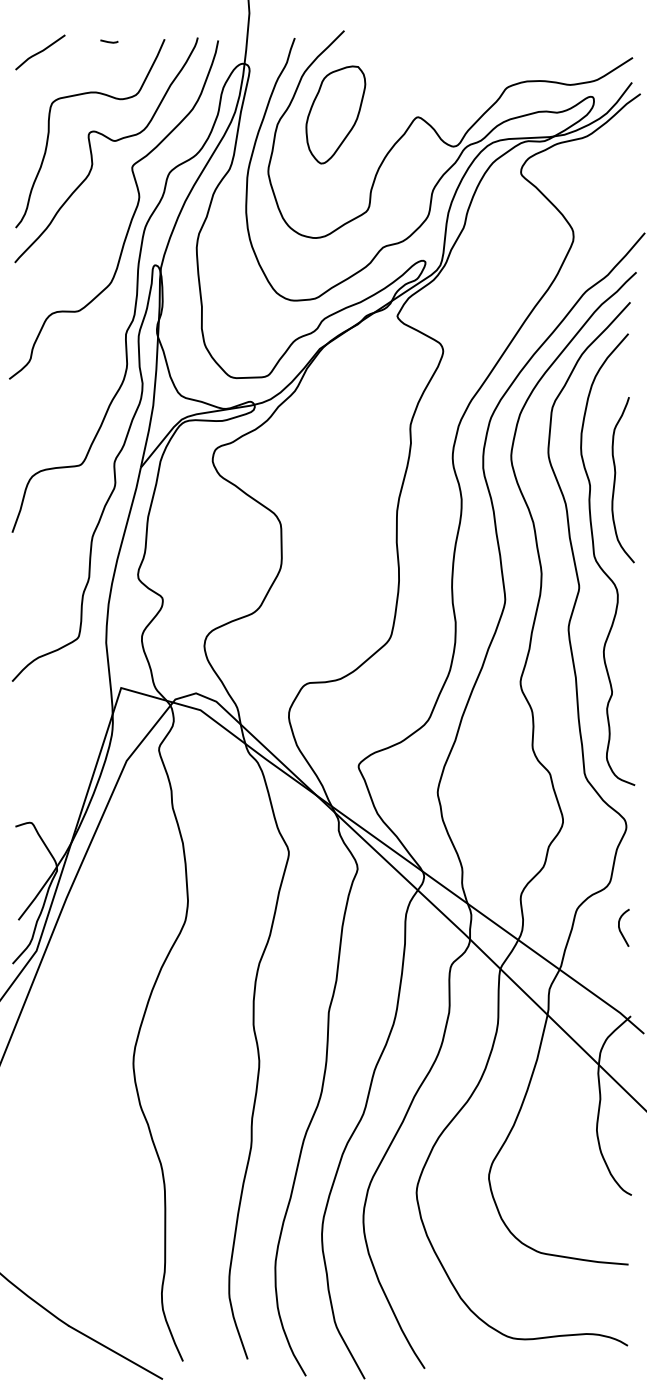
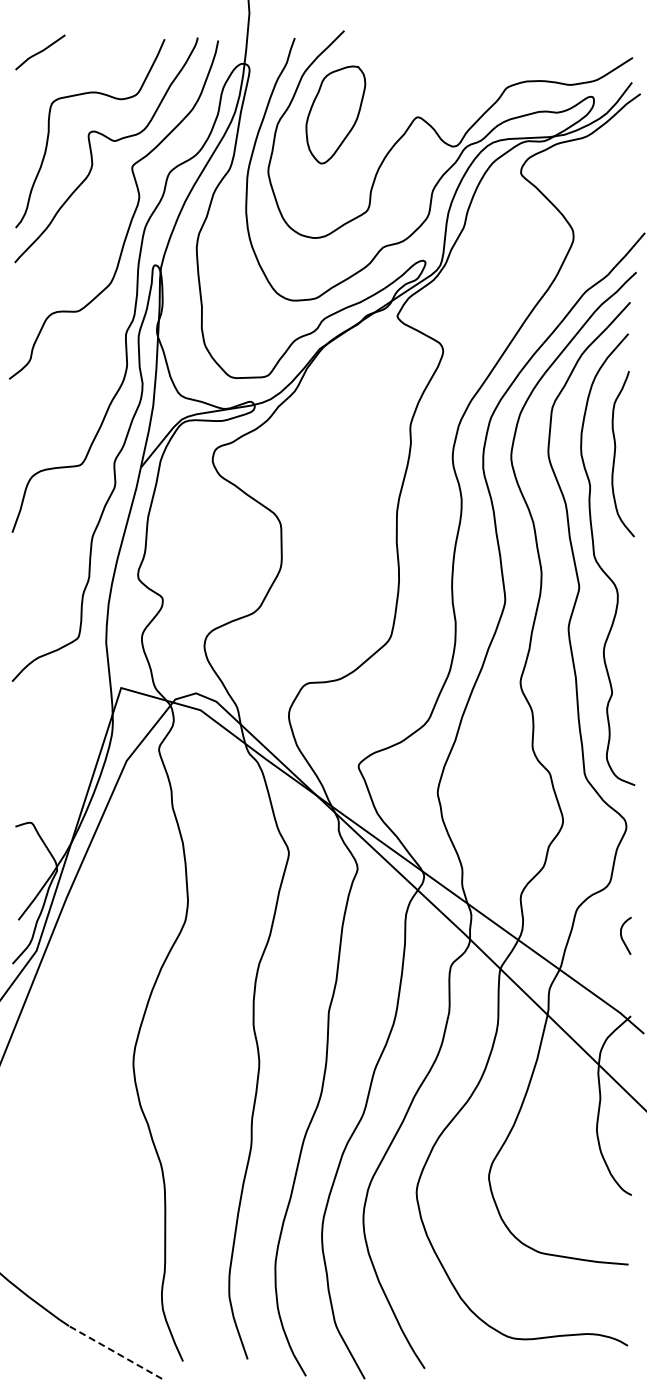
line at (109, 41): present -> none
curve at (615, 480) position: (615, 480) -> (615, 454)
curve at (620, 928) position: (620, 928) -> (622, 936)
line at (115, 1352): solid -> dashed
